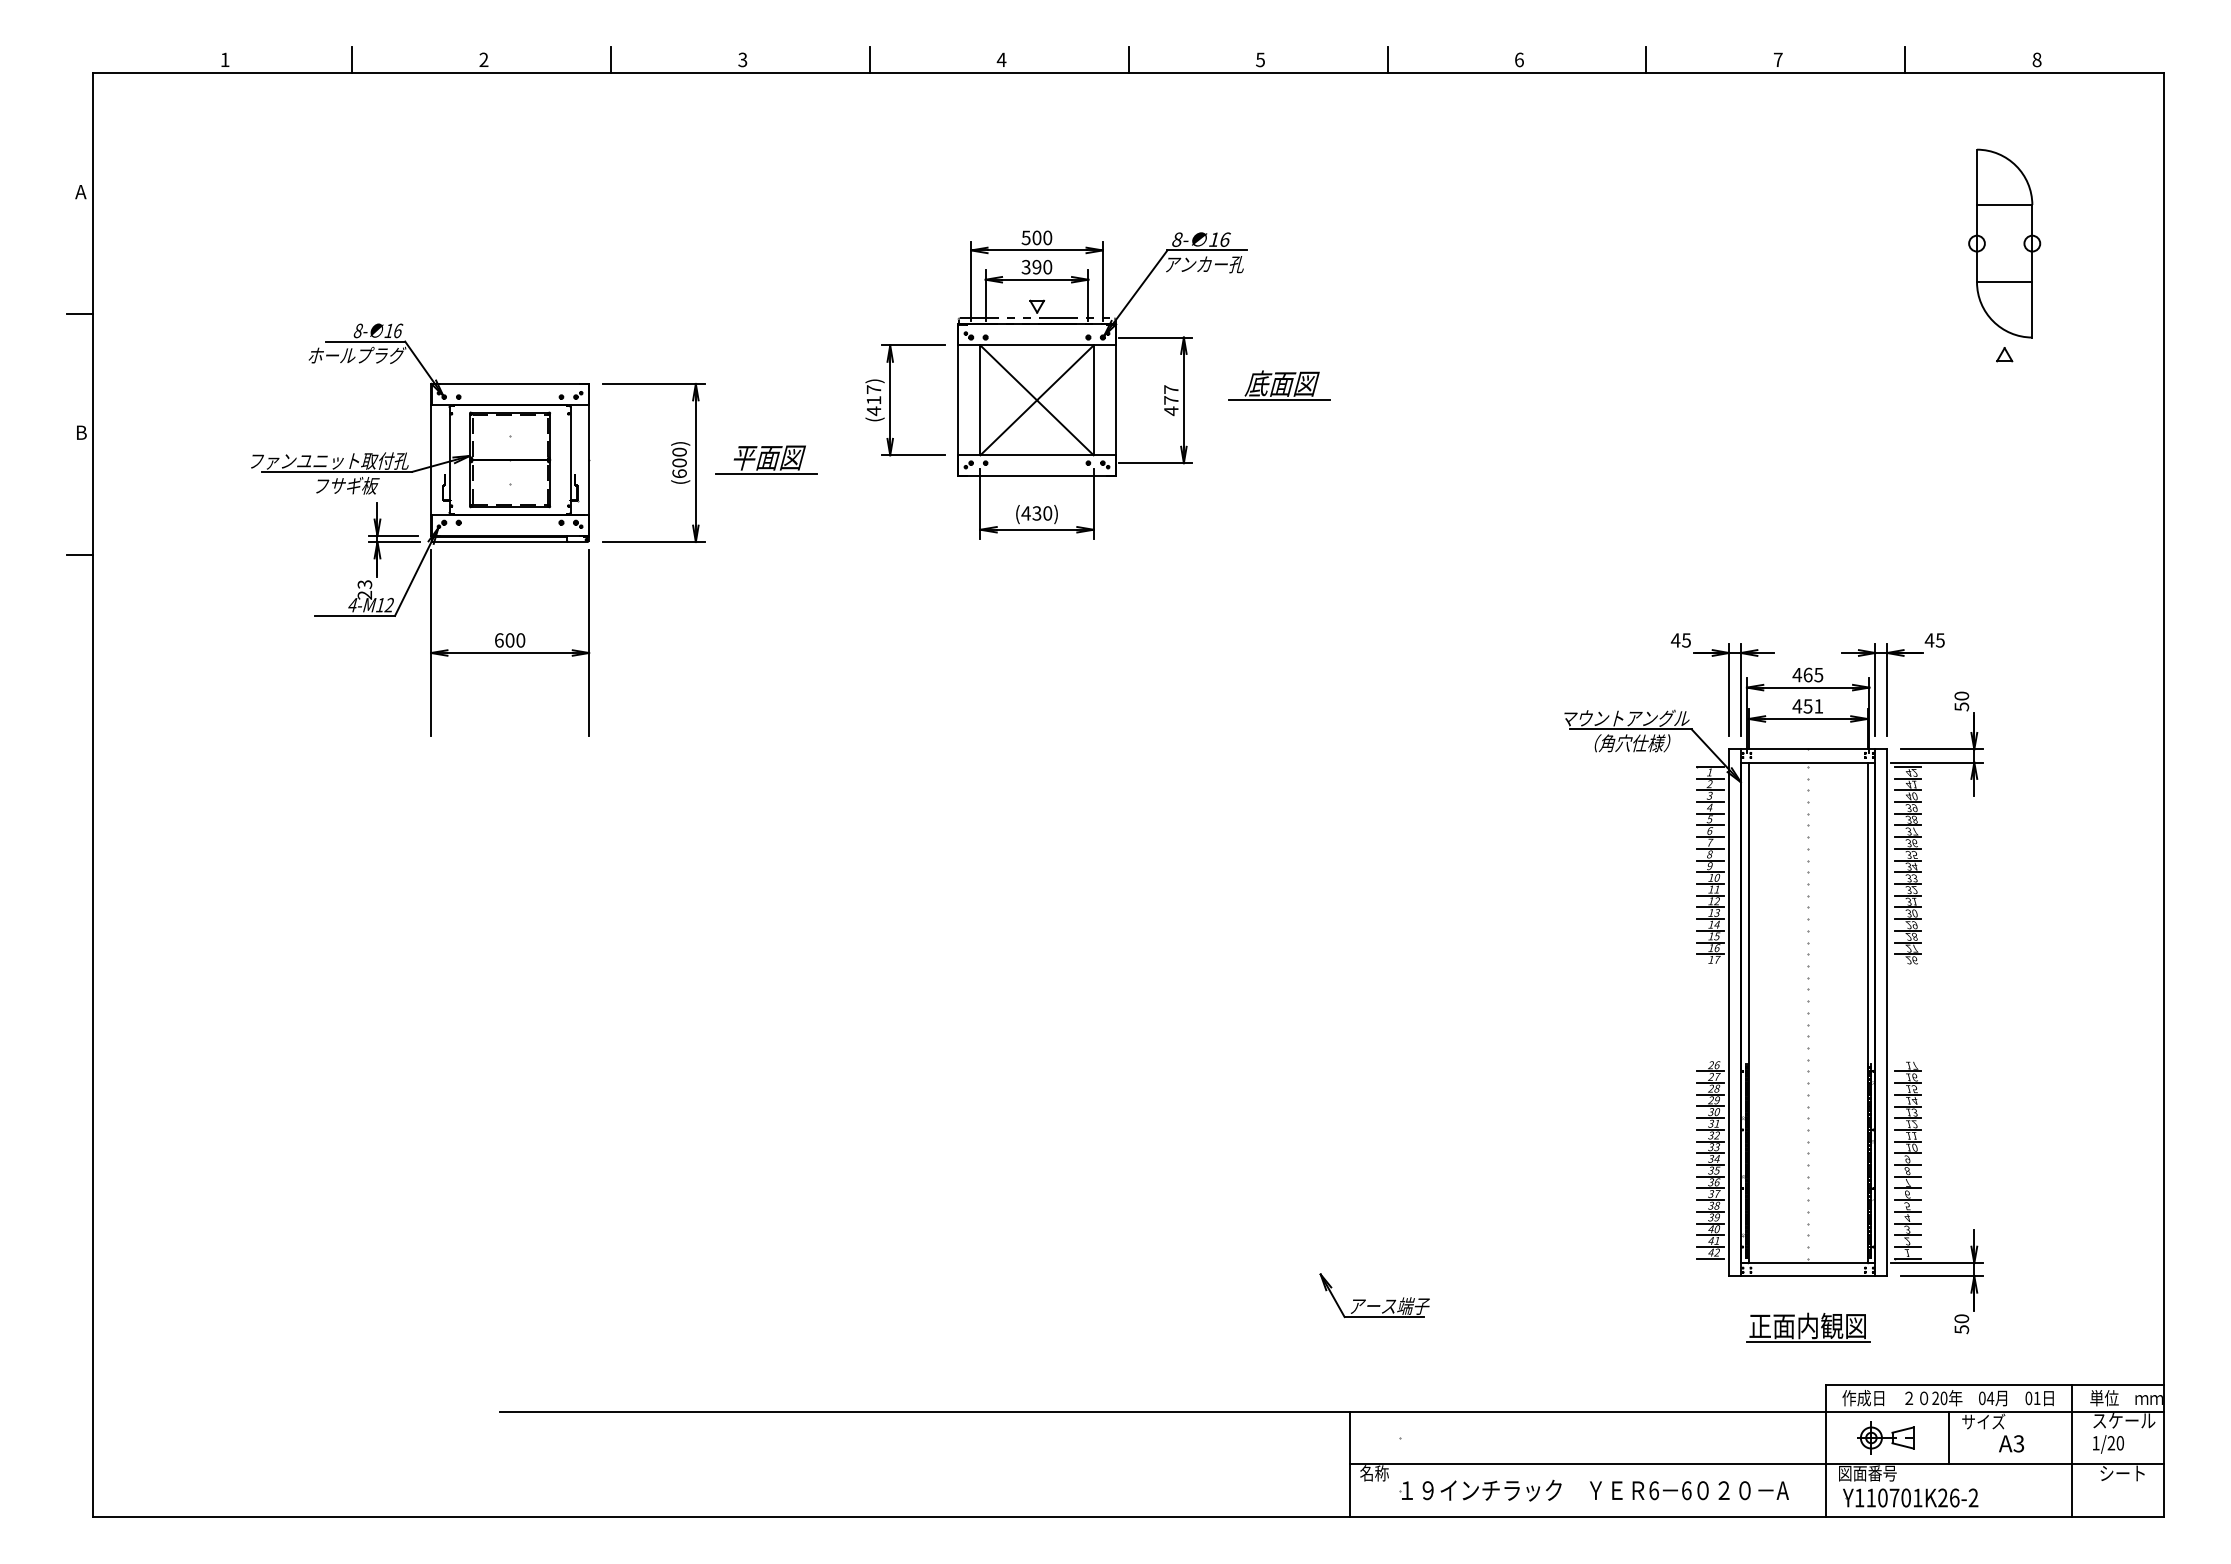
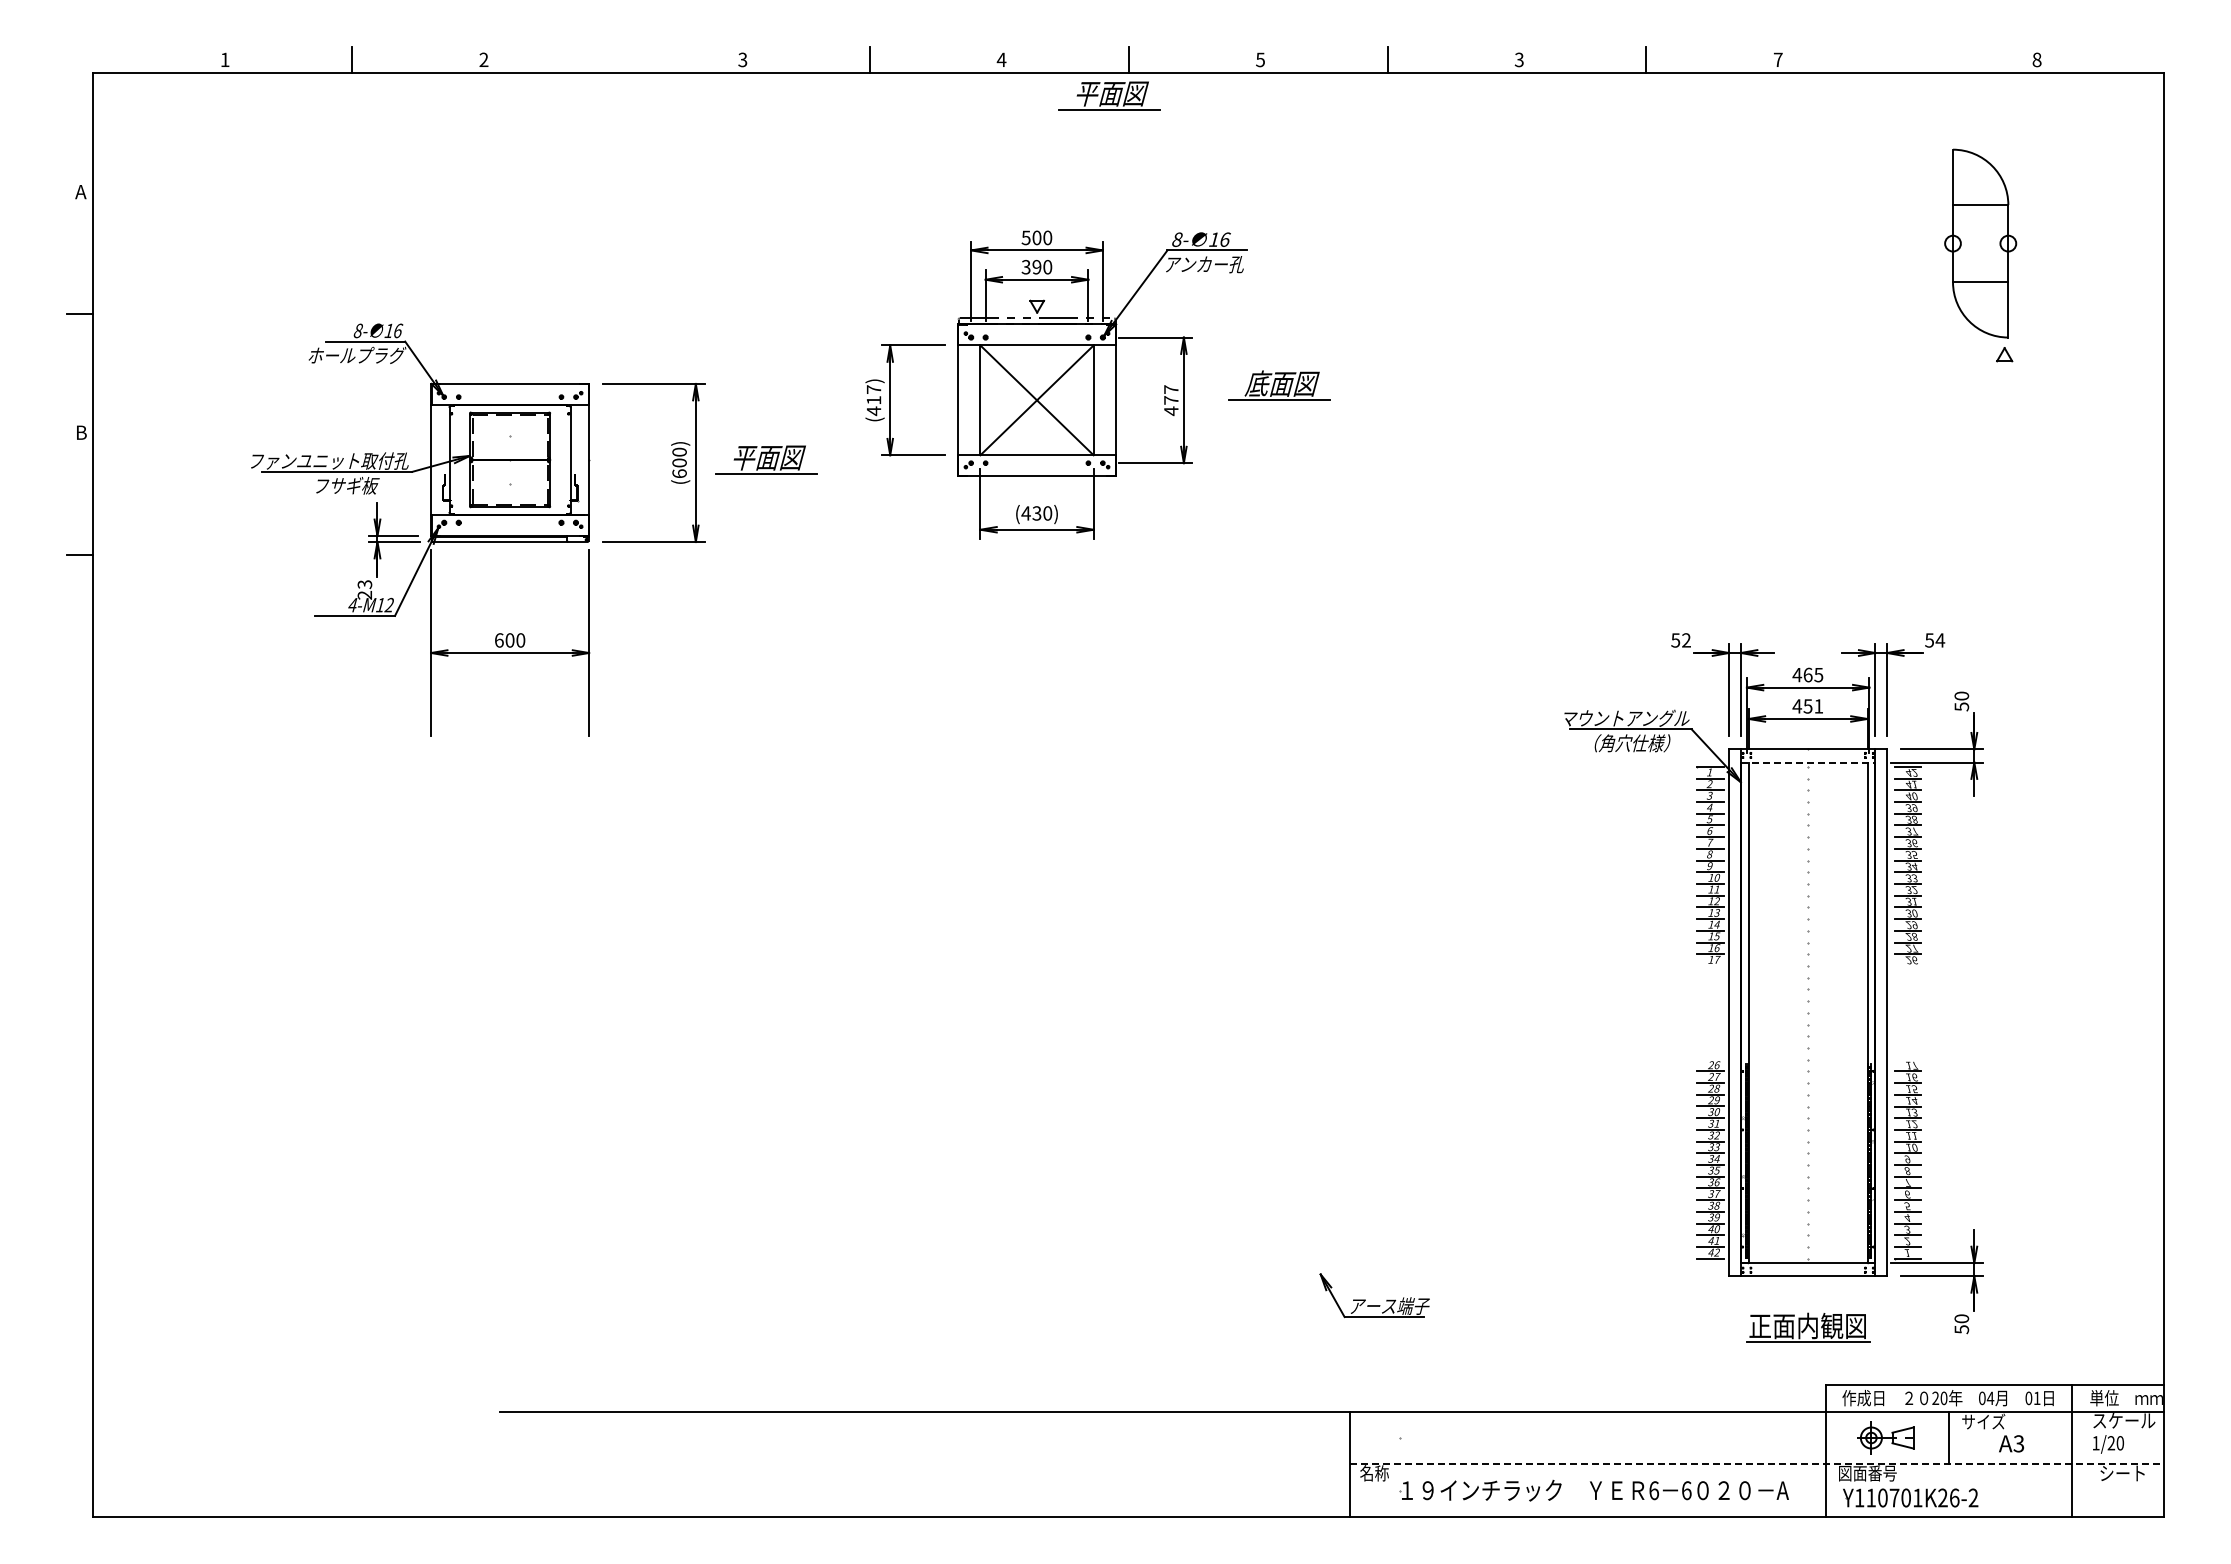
line at (610, 59): present -> none
text at (1518, 59): 6 -> 3
line at (1905, 59): present -> none
part at (1109, 95): none -> present
part at (2004, 243) position: (2004, 243) -> (1980, 243)
text at (1680, 640): 45 -> 52
text at (1934, 640): 45 -> 54
line at (1808, 762): solid -> dashed
line at (1757, 1464): solid -> dashed
